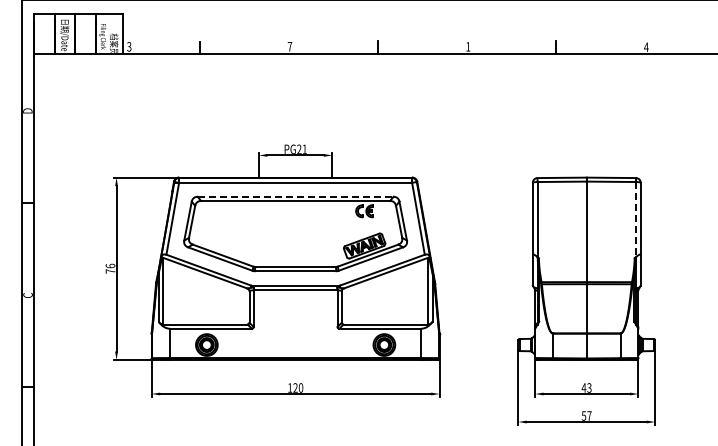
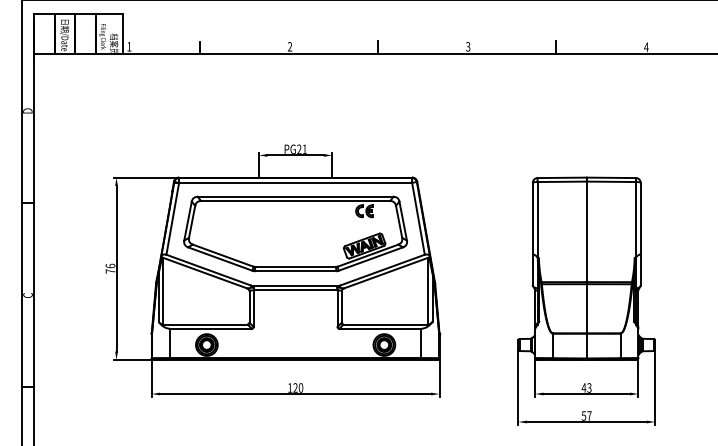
text at (129, 46): 3 -> 1
text at (289, 46): 7 -> 2
text at (468, 46): 1 -> 3
line at (295, 196): dashed -> solid
line at (635, 219): dashed -> solid
